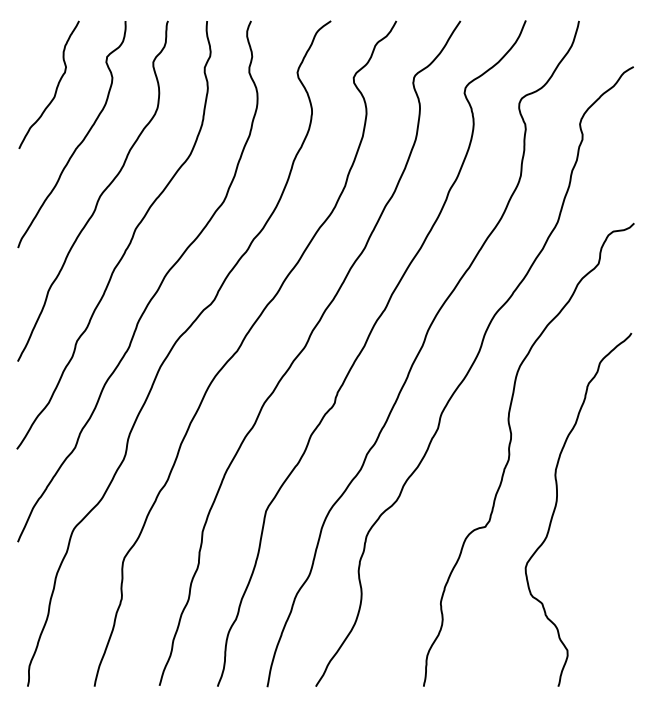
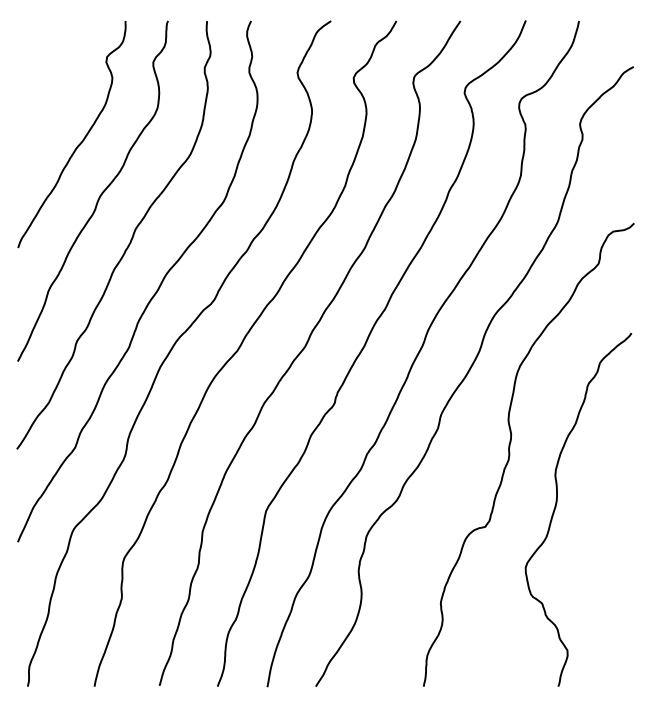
curve at (56, 86): present -> none
